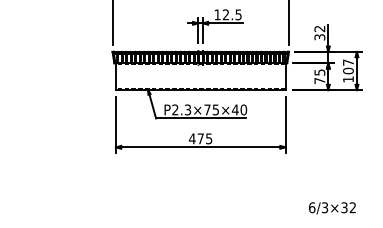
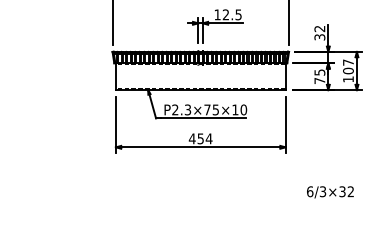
text at (235, 109): P2.3×75×40 -> P2.3×75×10
text at (204, 138): 475 -> 454
text at (332, 208) position: (332, 208) -> (330, 192)
